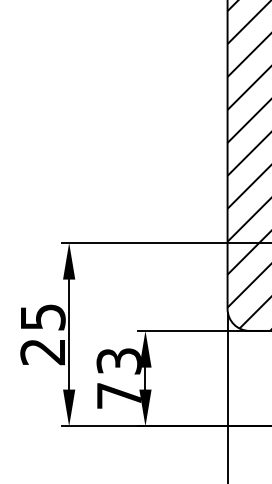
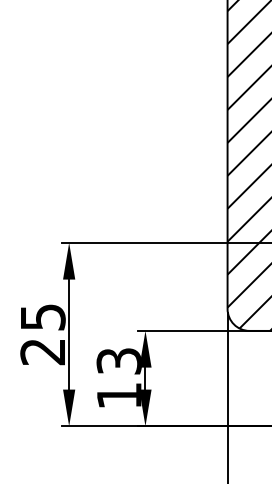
text at (119, 395): 73 -> 13
